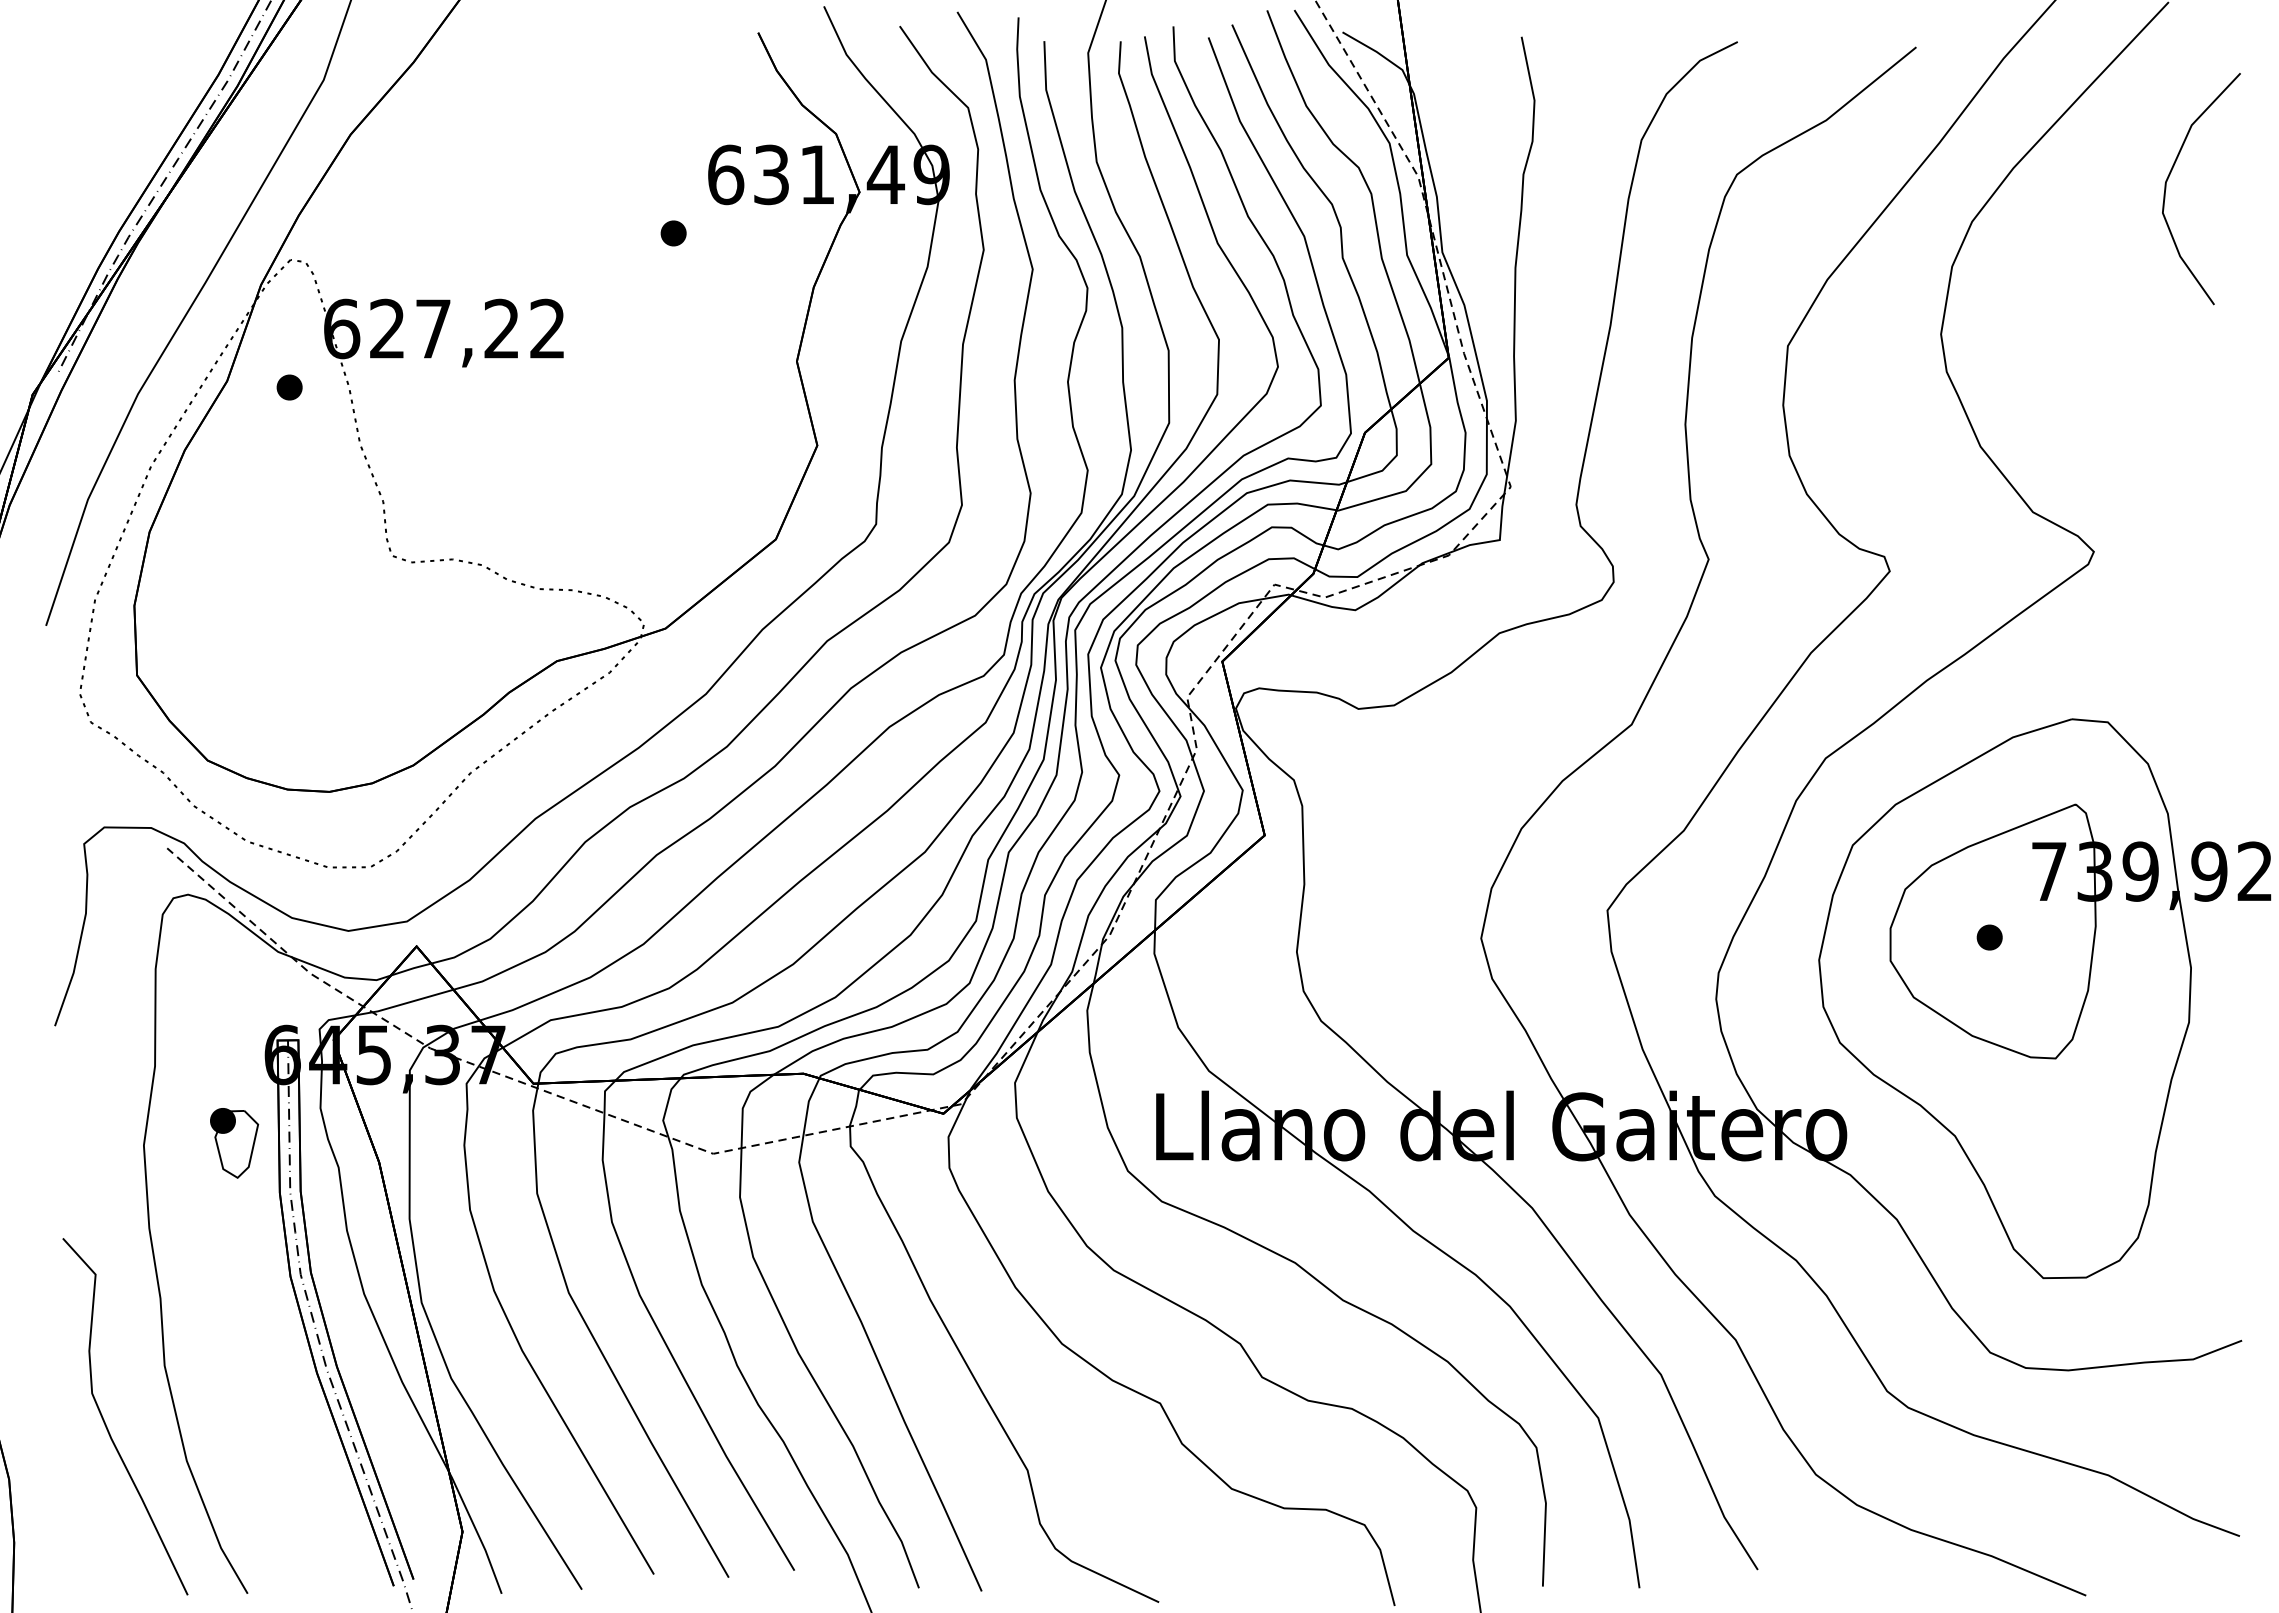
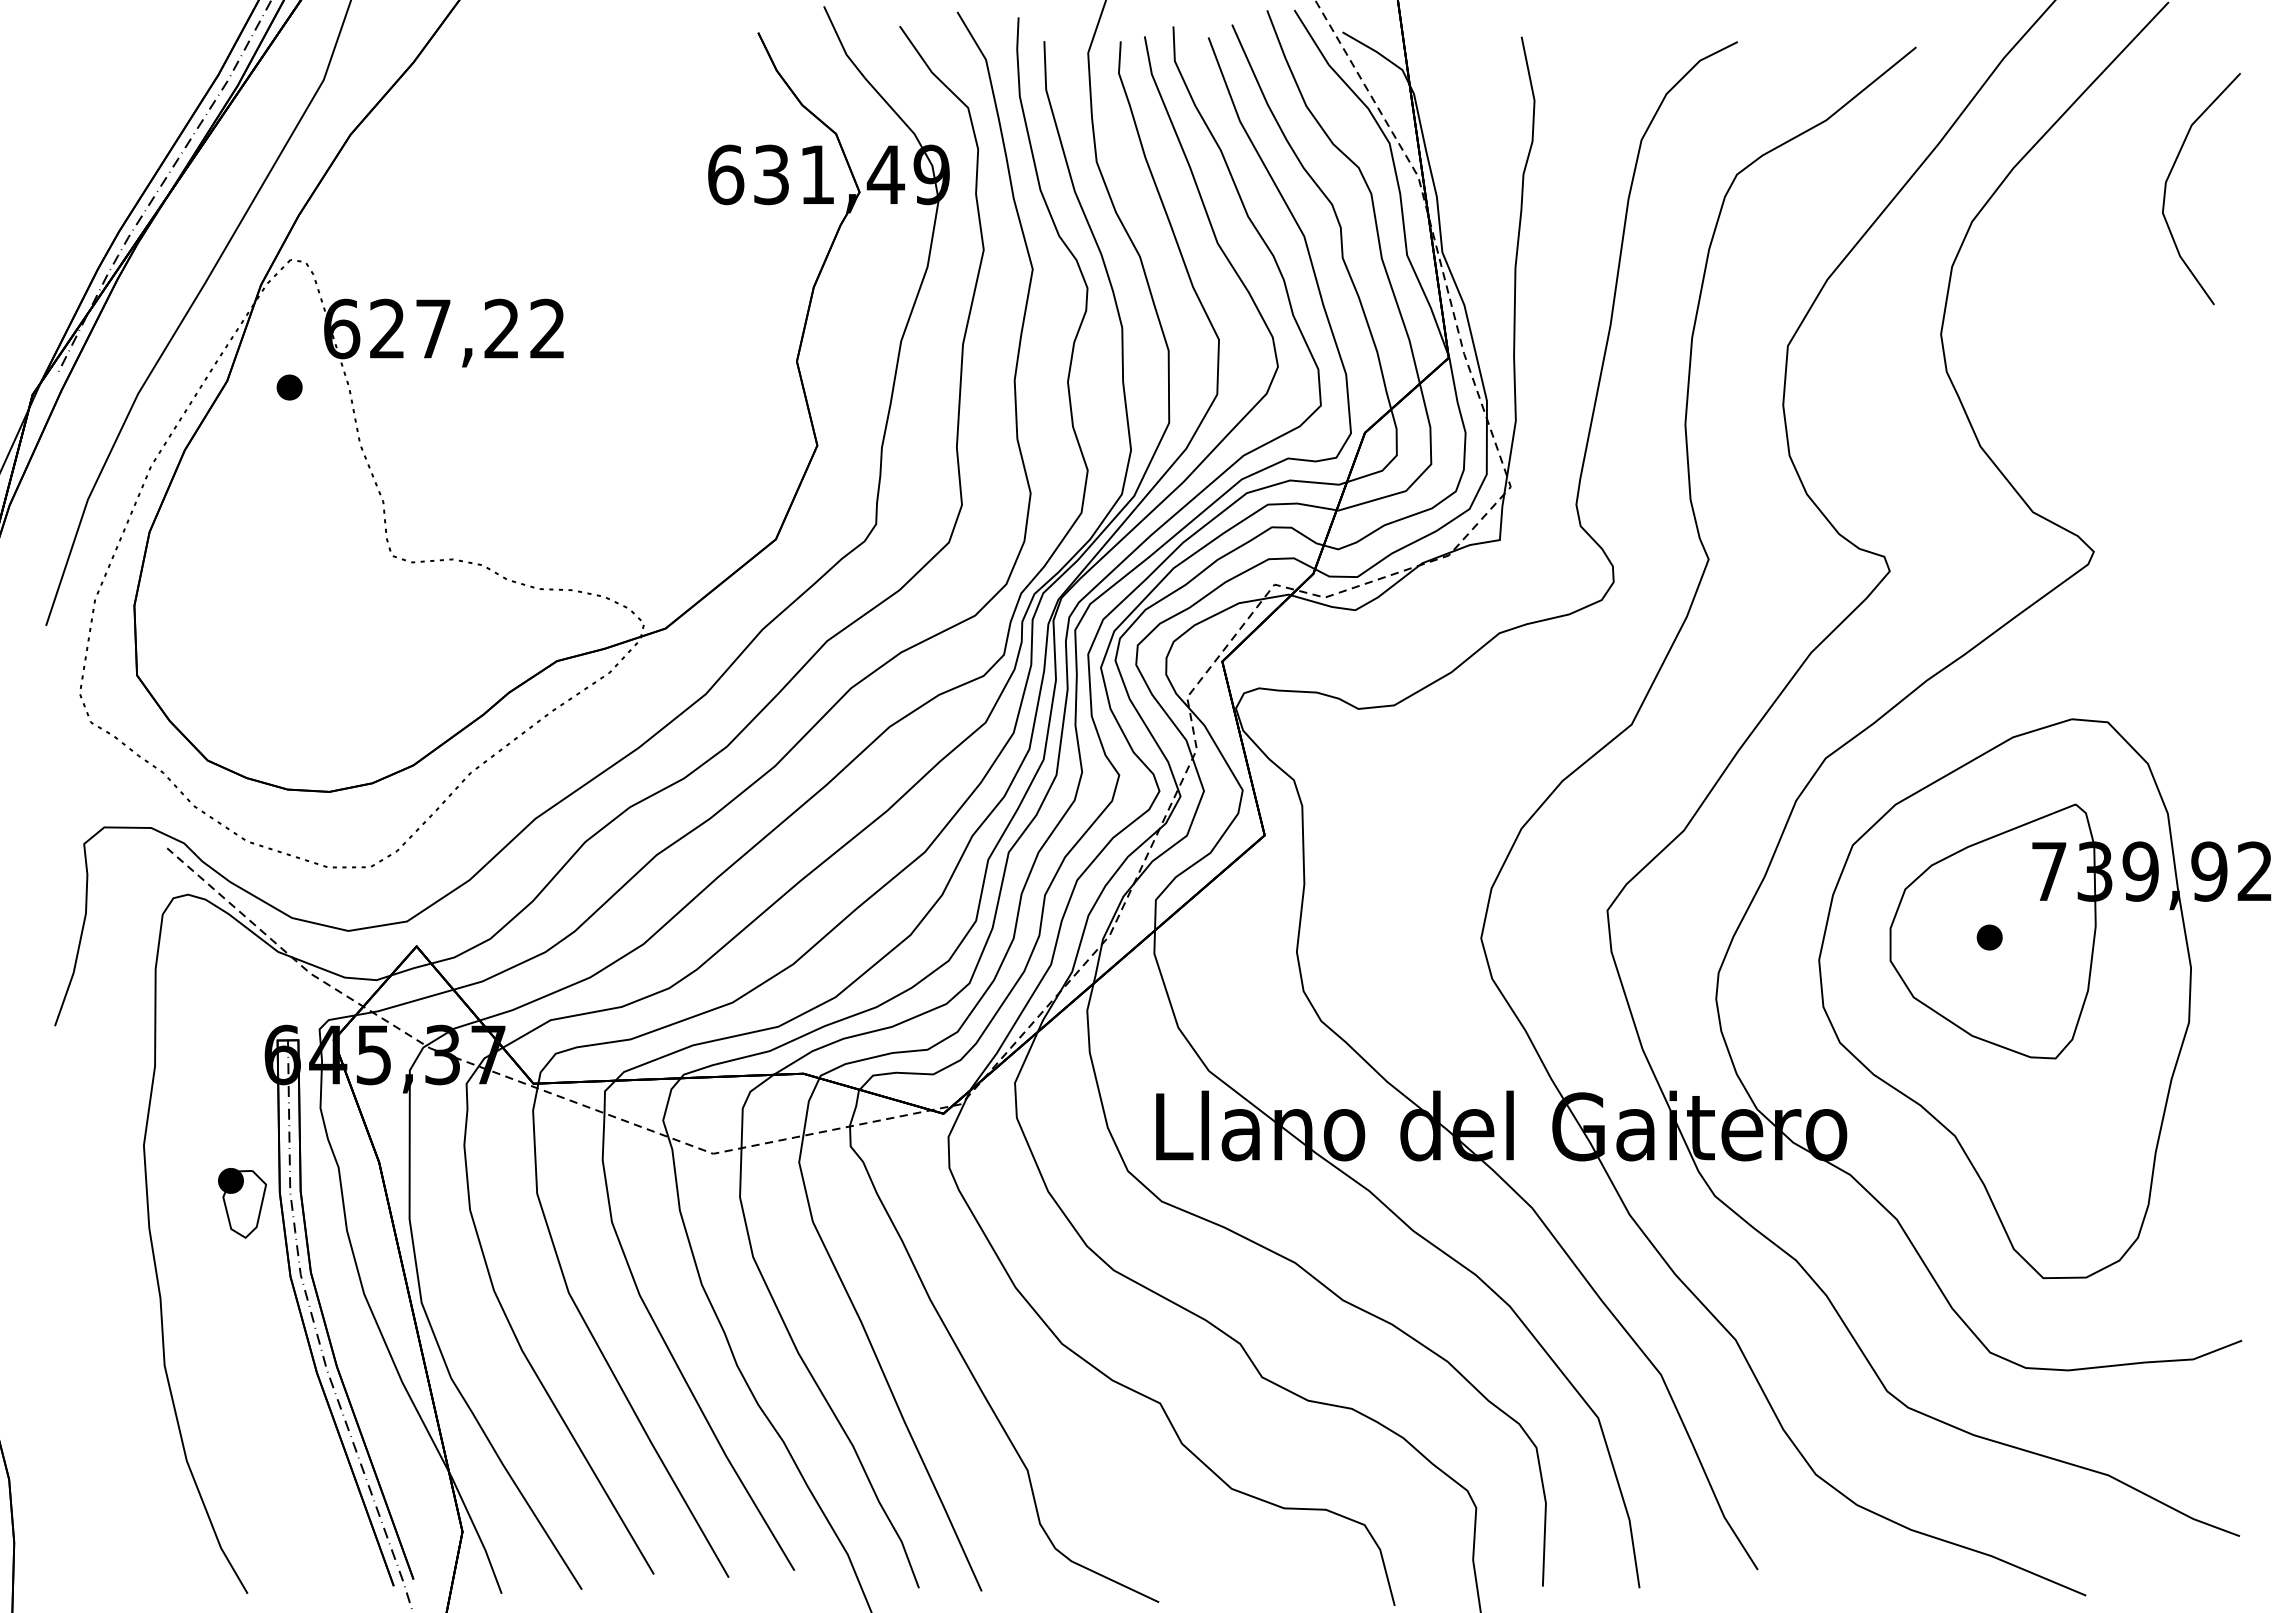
part at (673, 233): present -> none
part at (234, 1143) position: (234, 1143) -> (242, 1203)
curve at (107, 1426): present -> none
